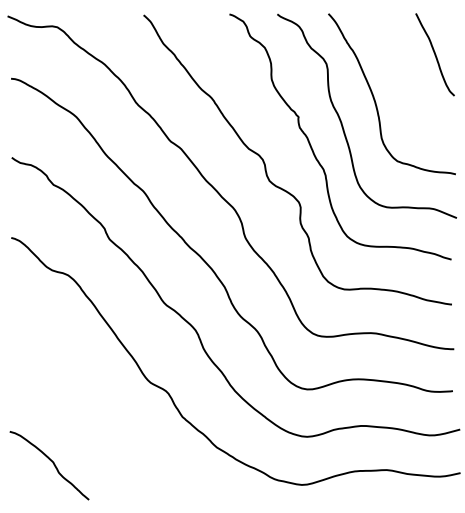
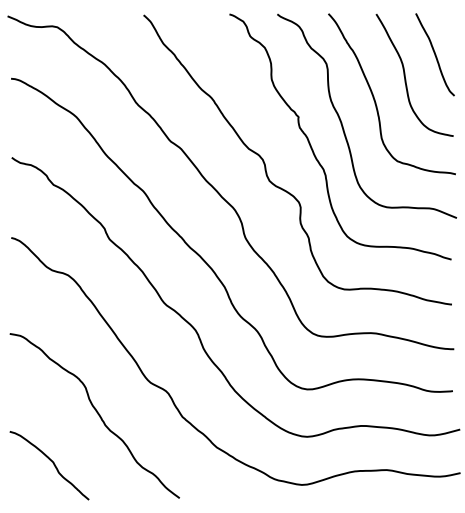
curve at (406, 79): none -> present
curve at (97, 414): none -> present
